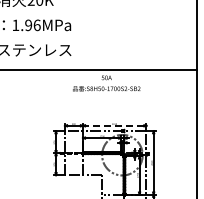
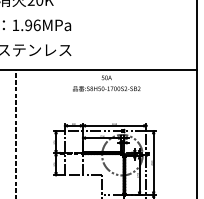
line at (114, 125): dashed -> solid
line at (15, 132): none -> present
